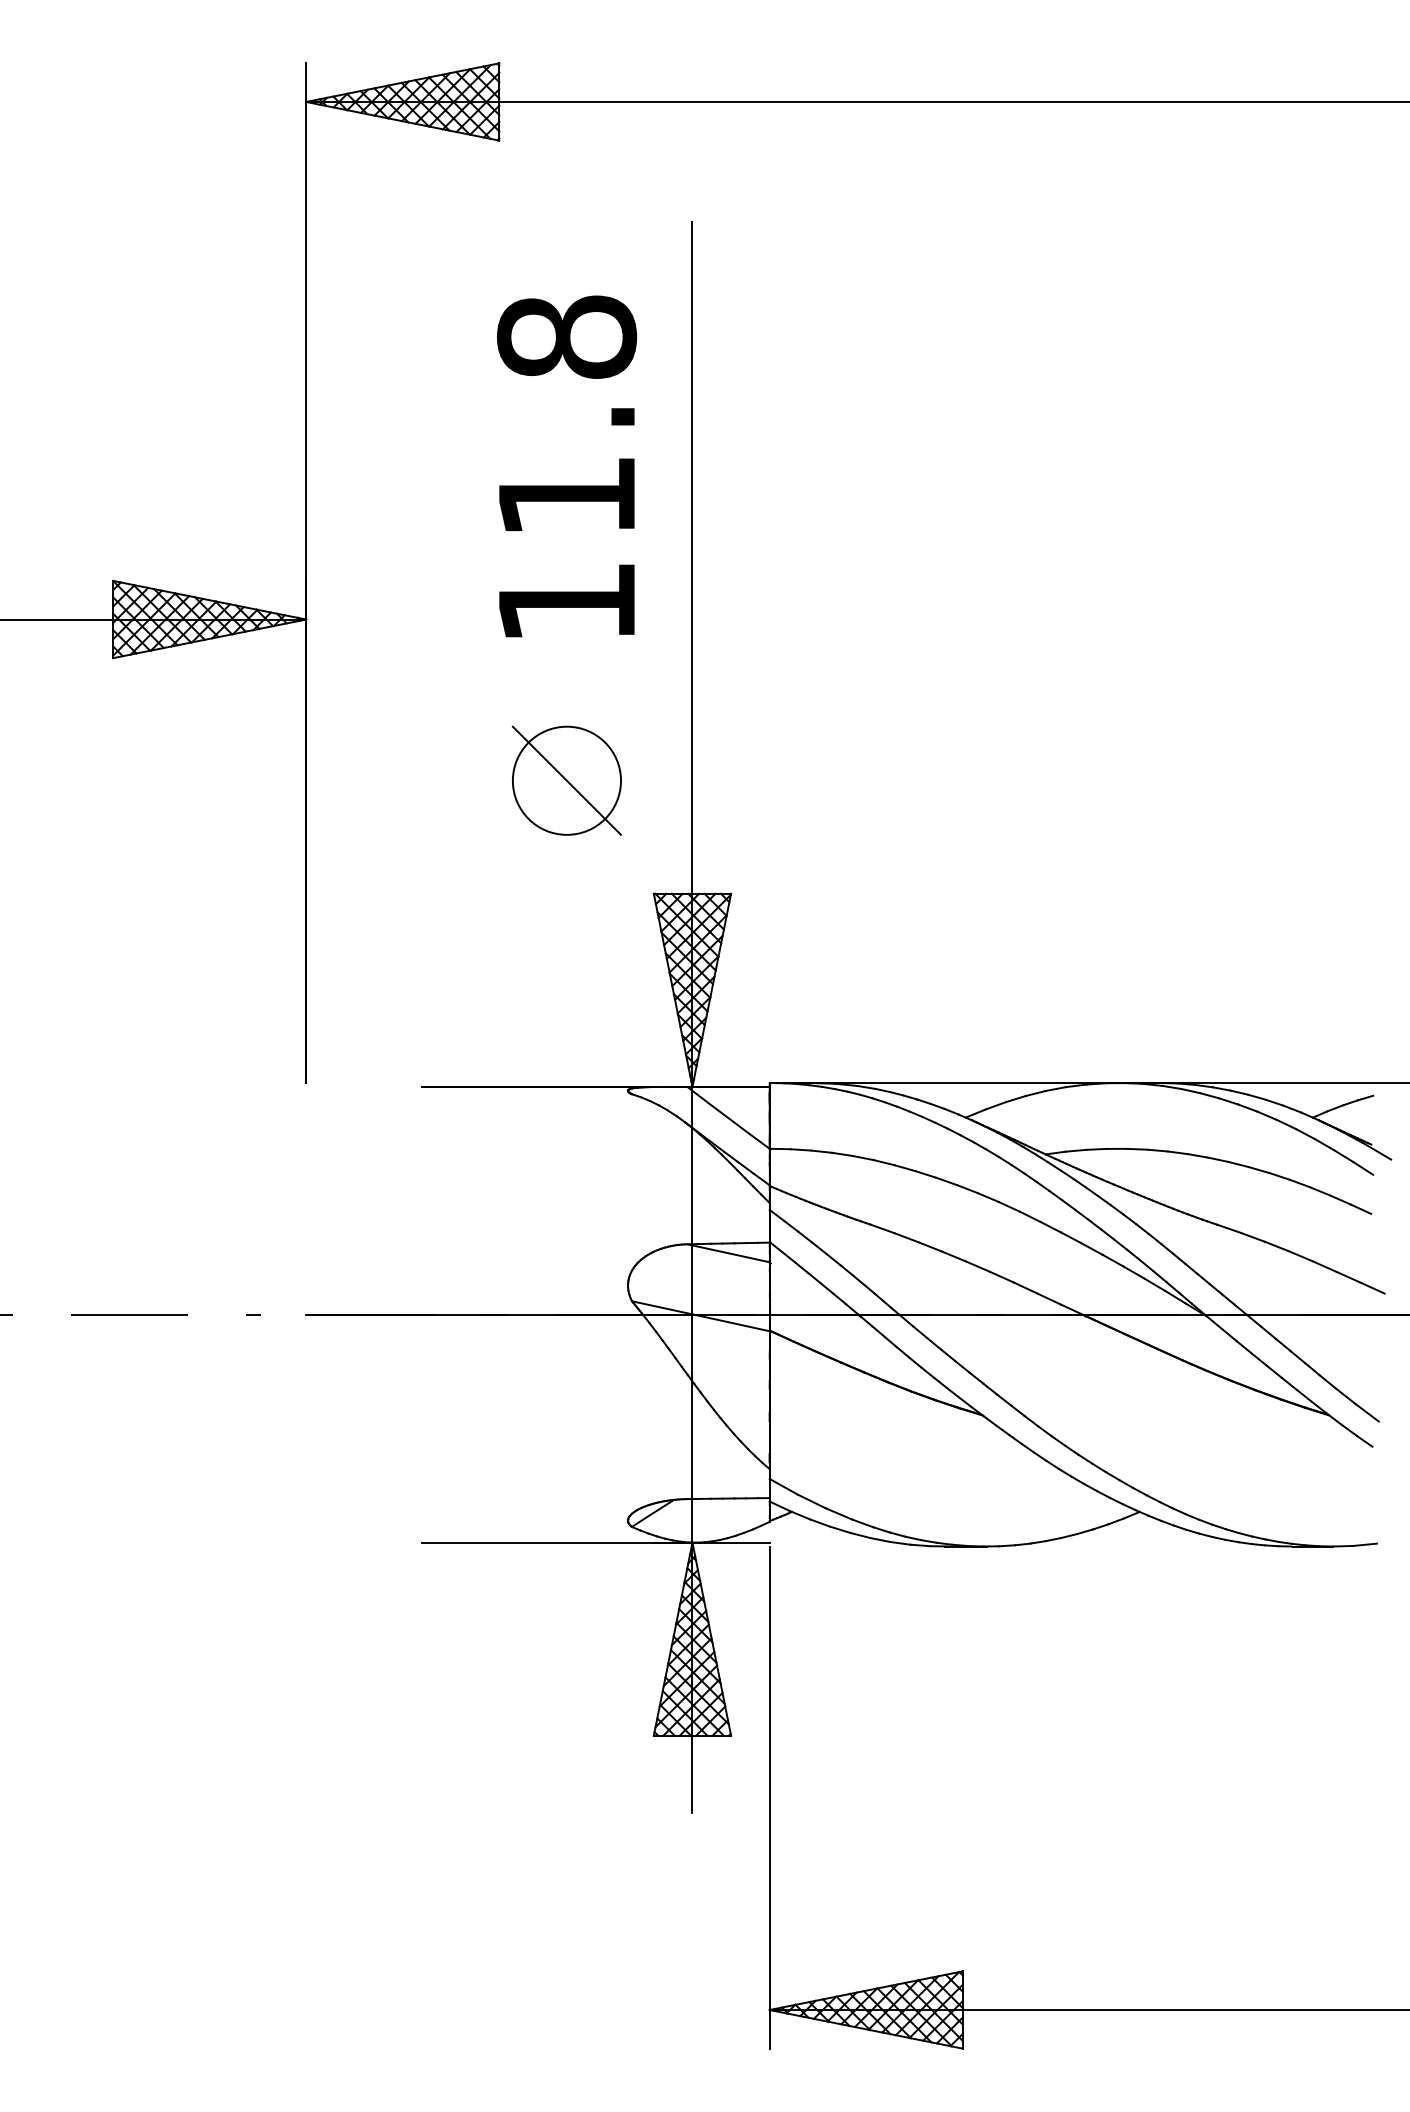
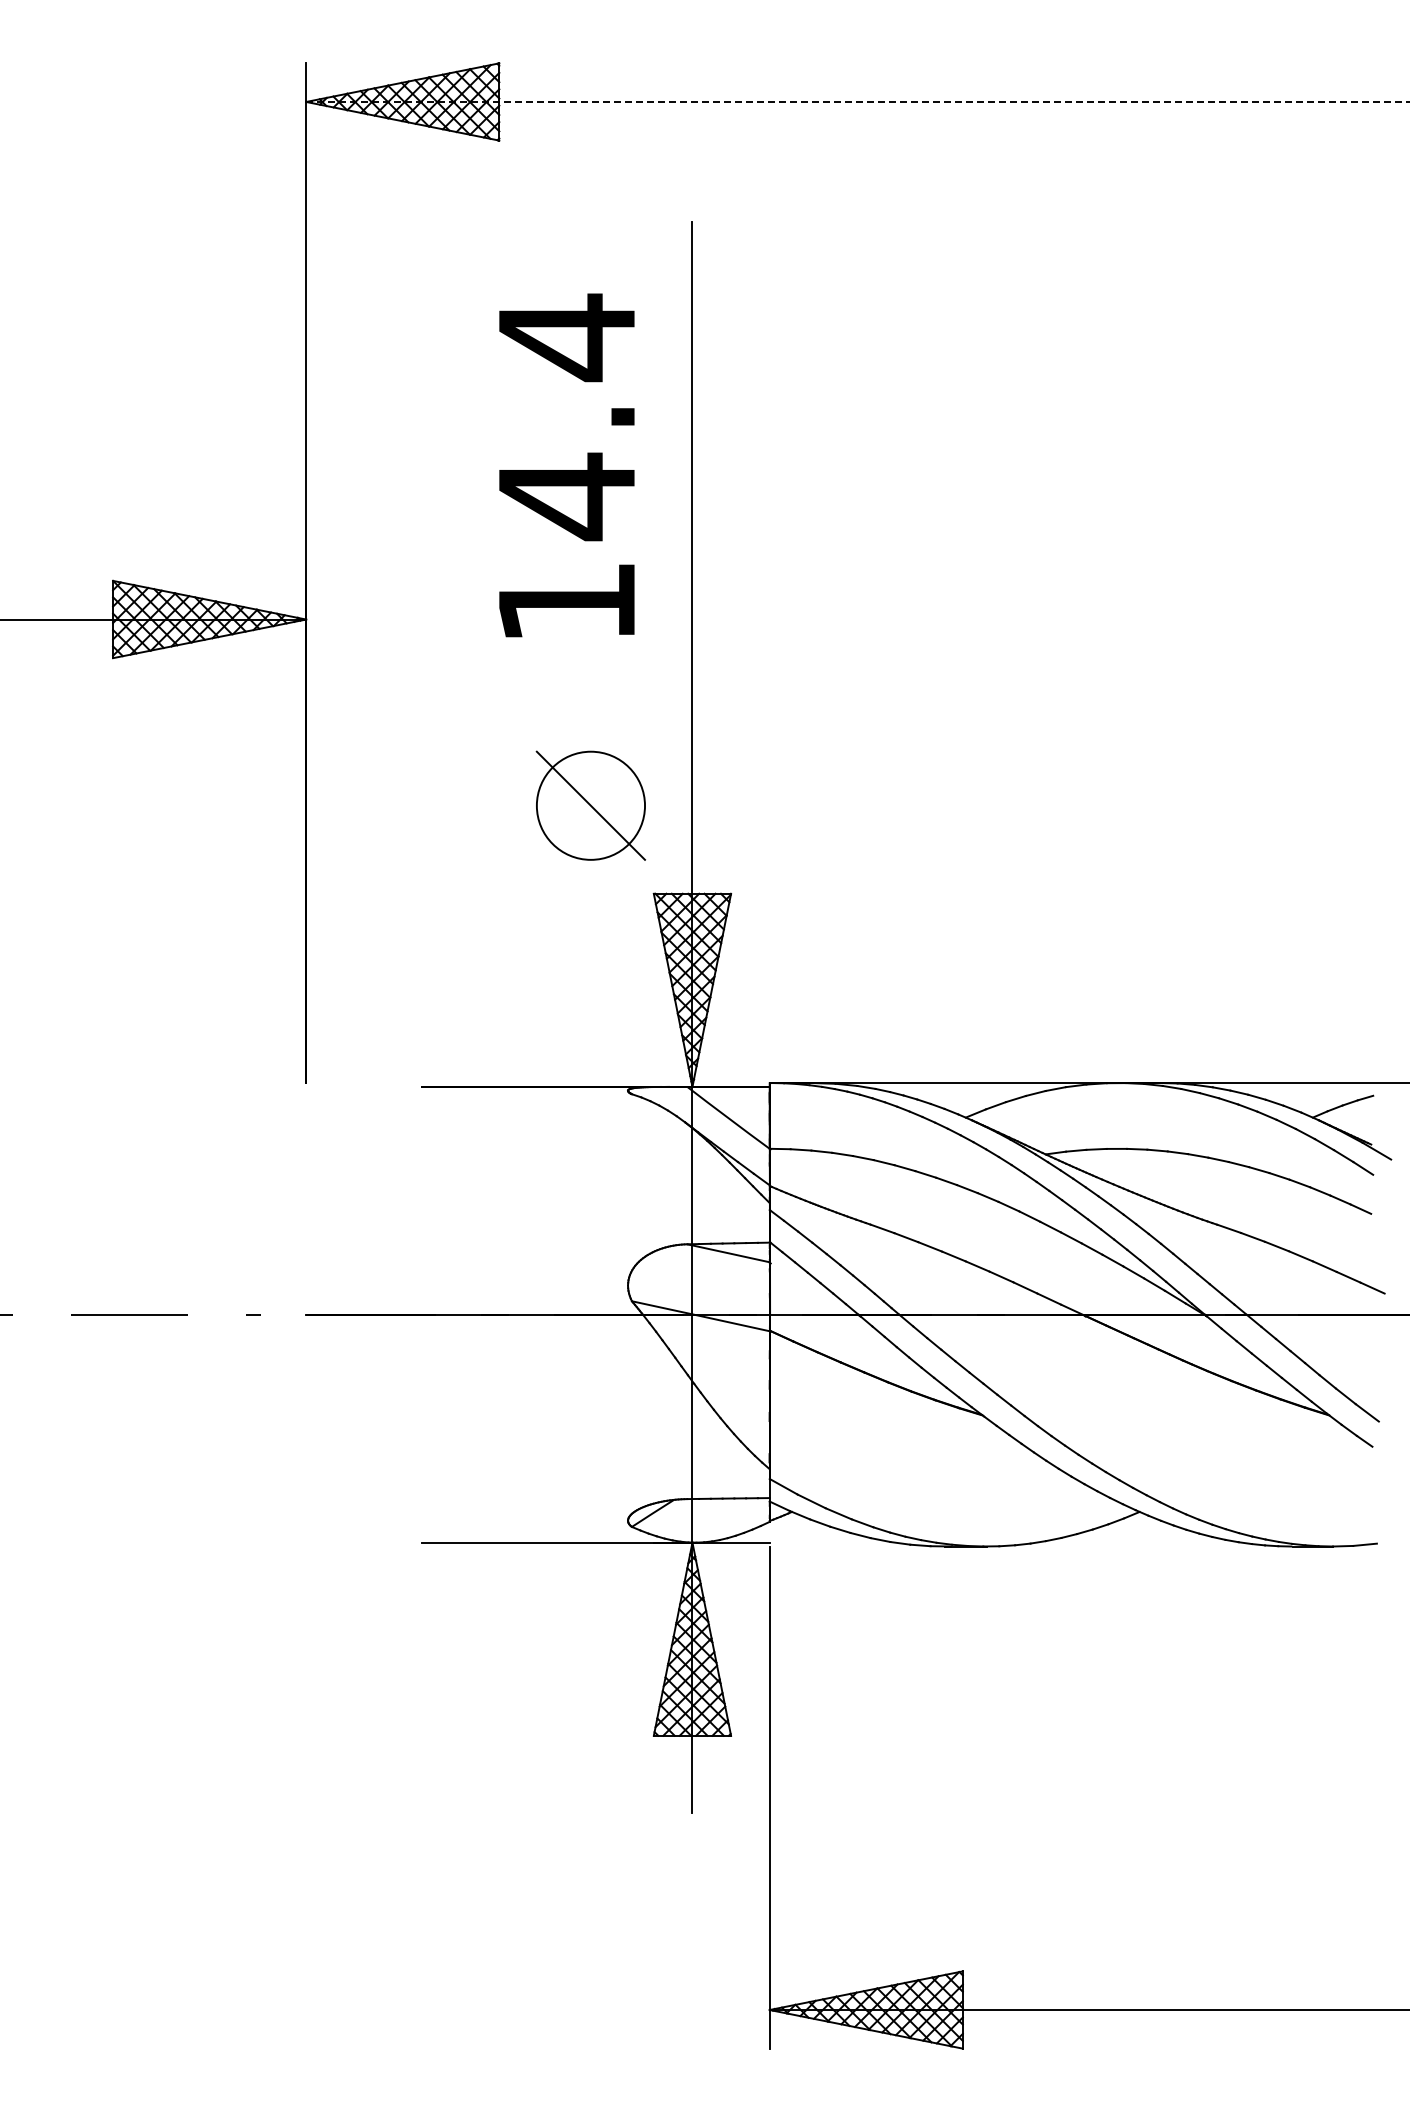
line at (858, 101): solid -> dashed
text at (567, 417): 11.8 -> 14.4
part at (566, 780) position: (566, 780) -> (590, 805)
